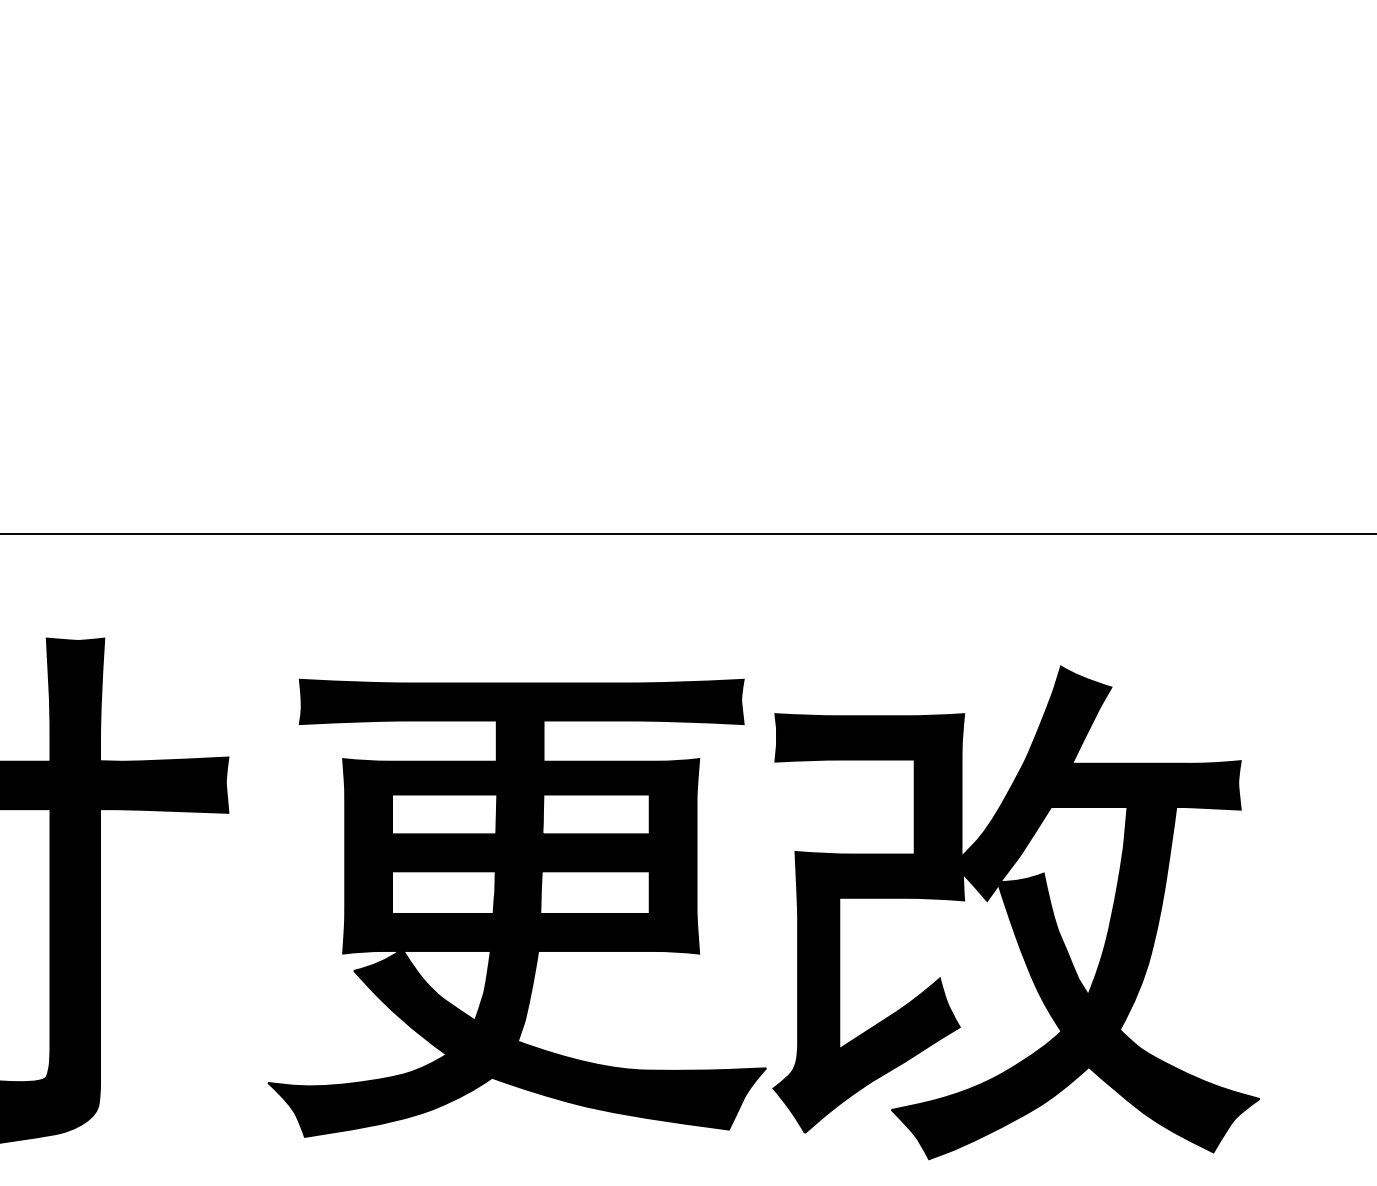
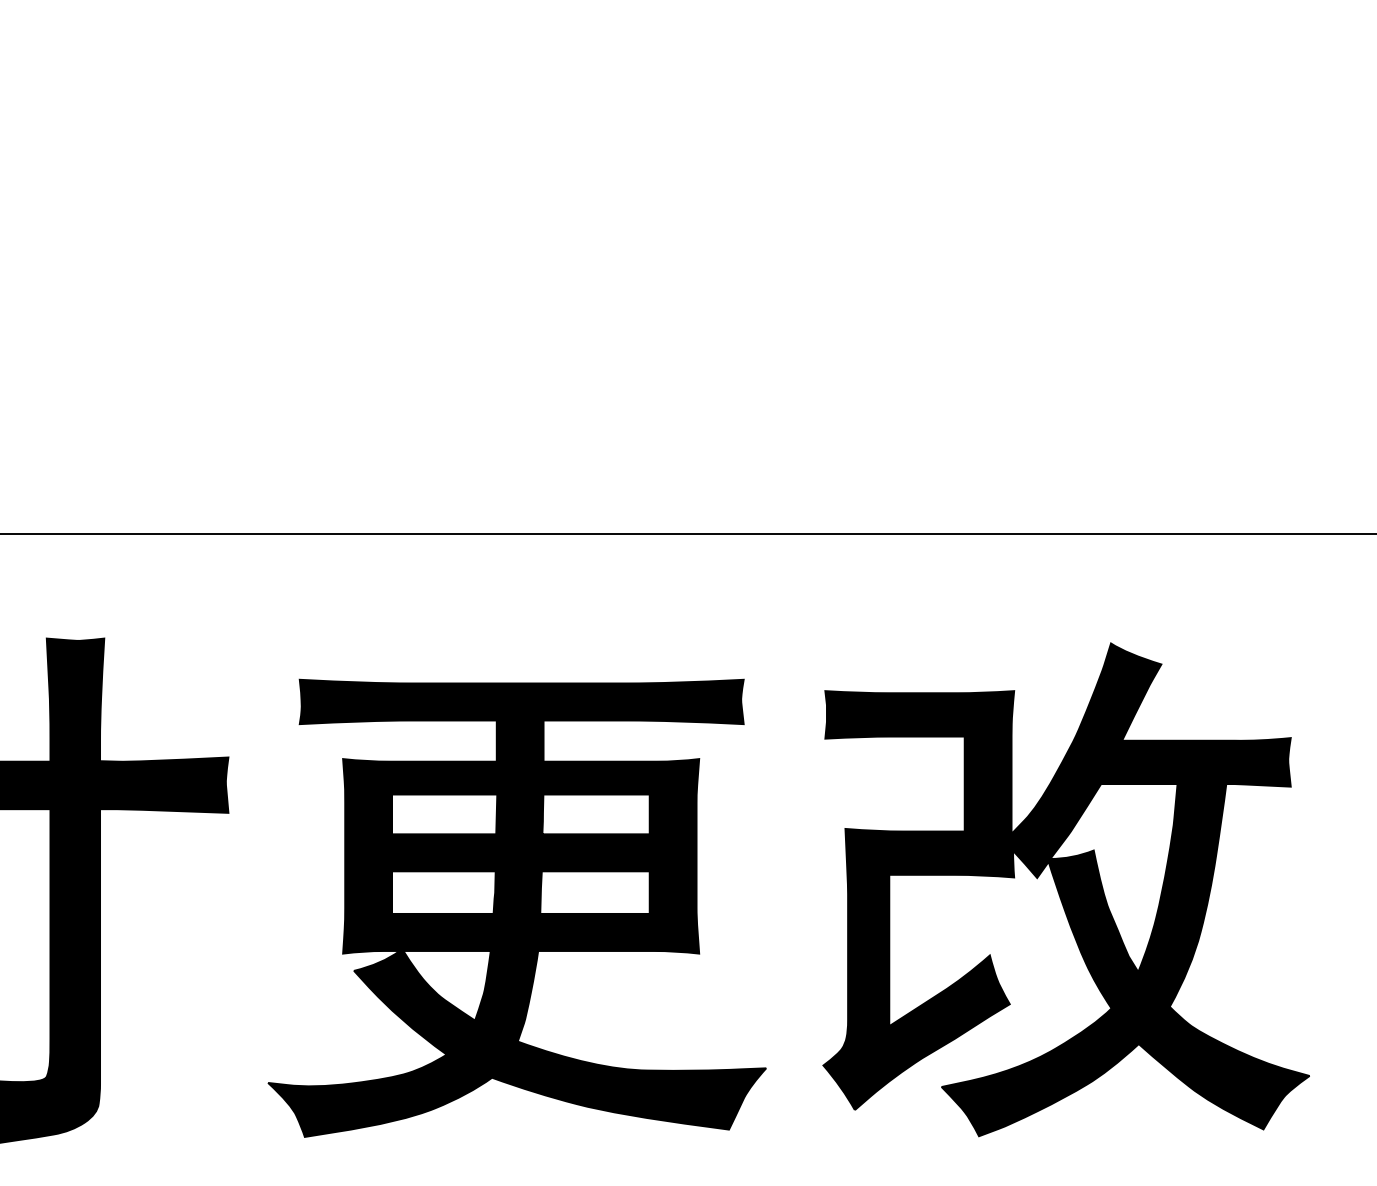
part at (1015, 912) position: (1015, 912) -> (1065, 889)
